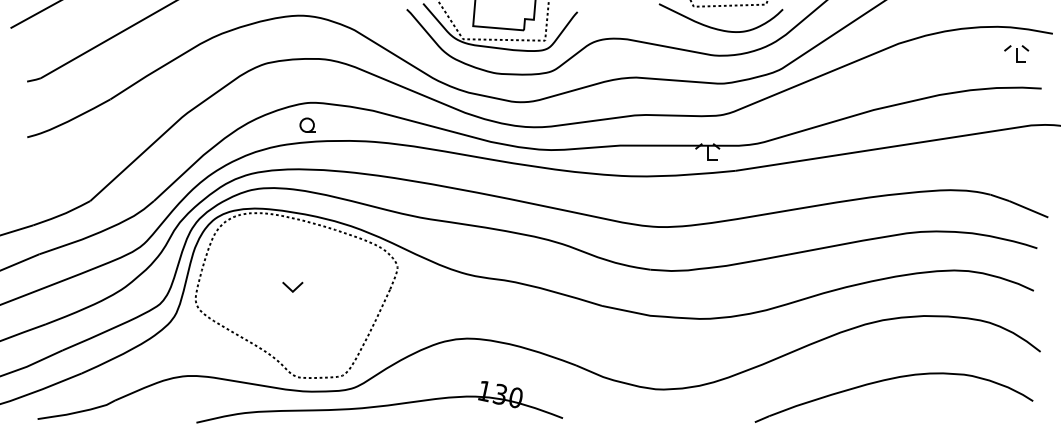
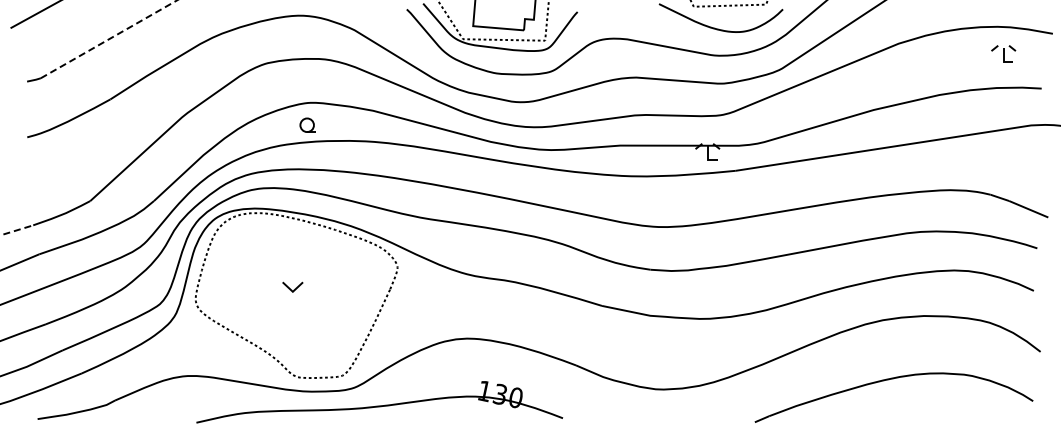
line at (109, 39): solid -> dashed
part at (1016, 53) position: (1016, 53) -> (1003, 53)
line at (17, 230): solid -> dashed
